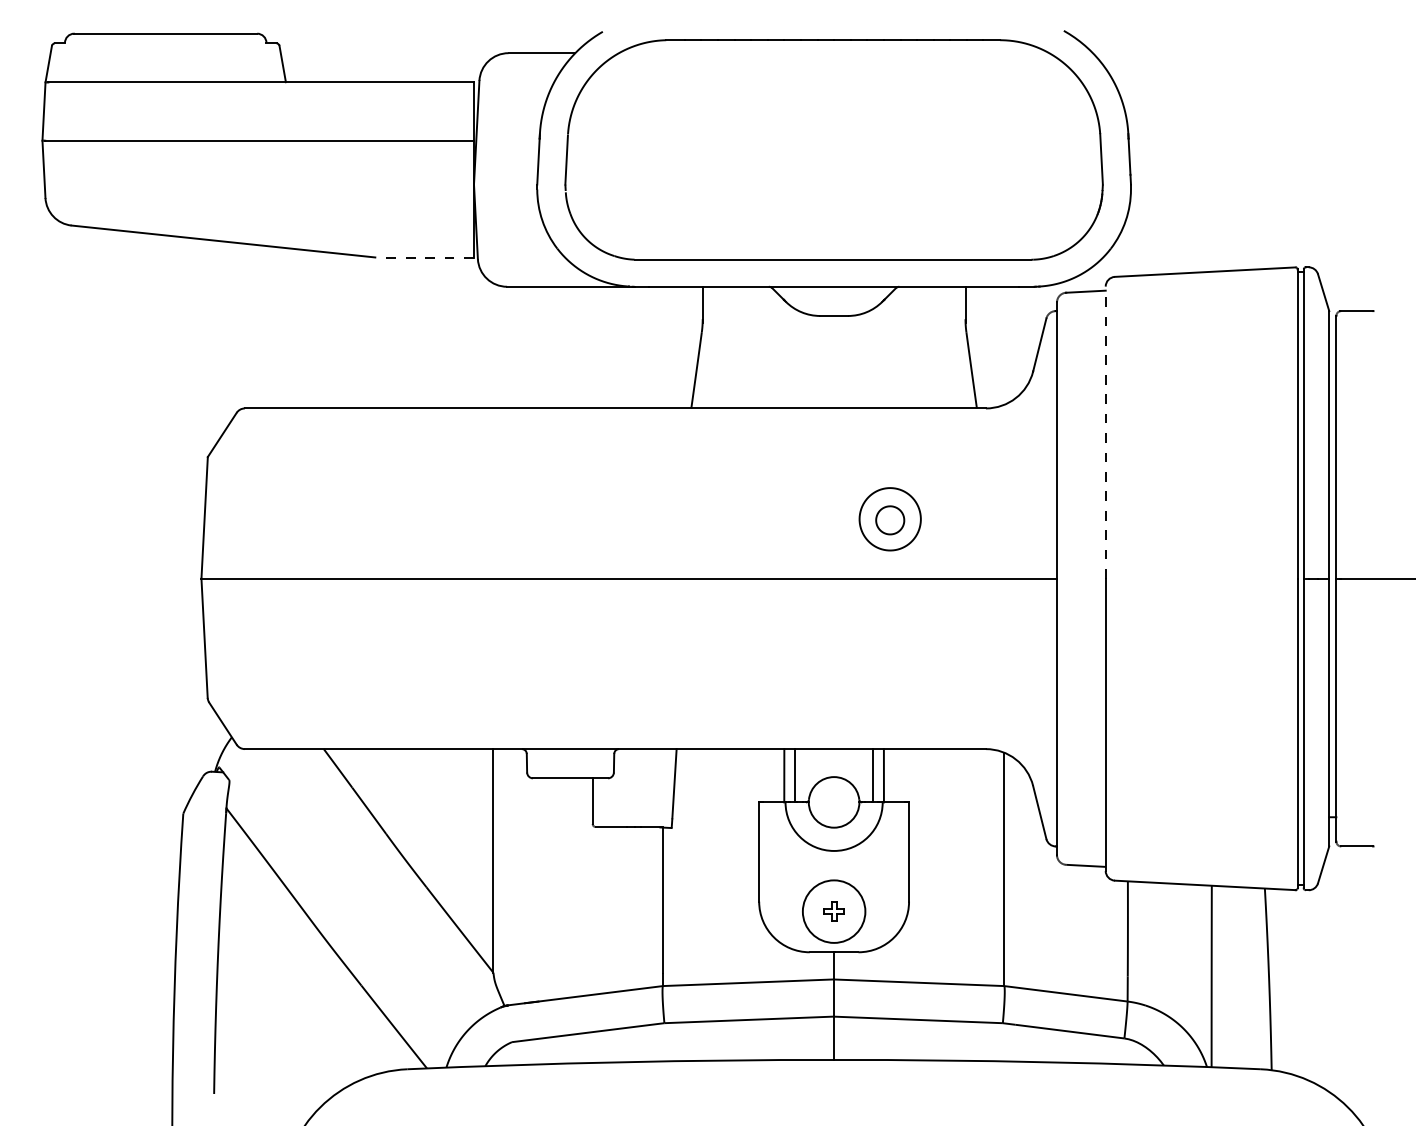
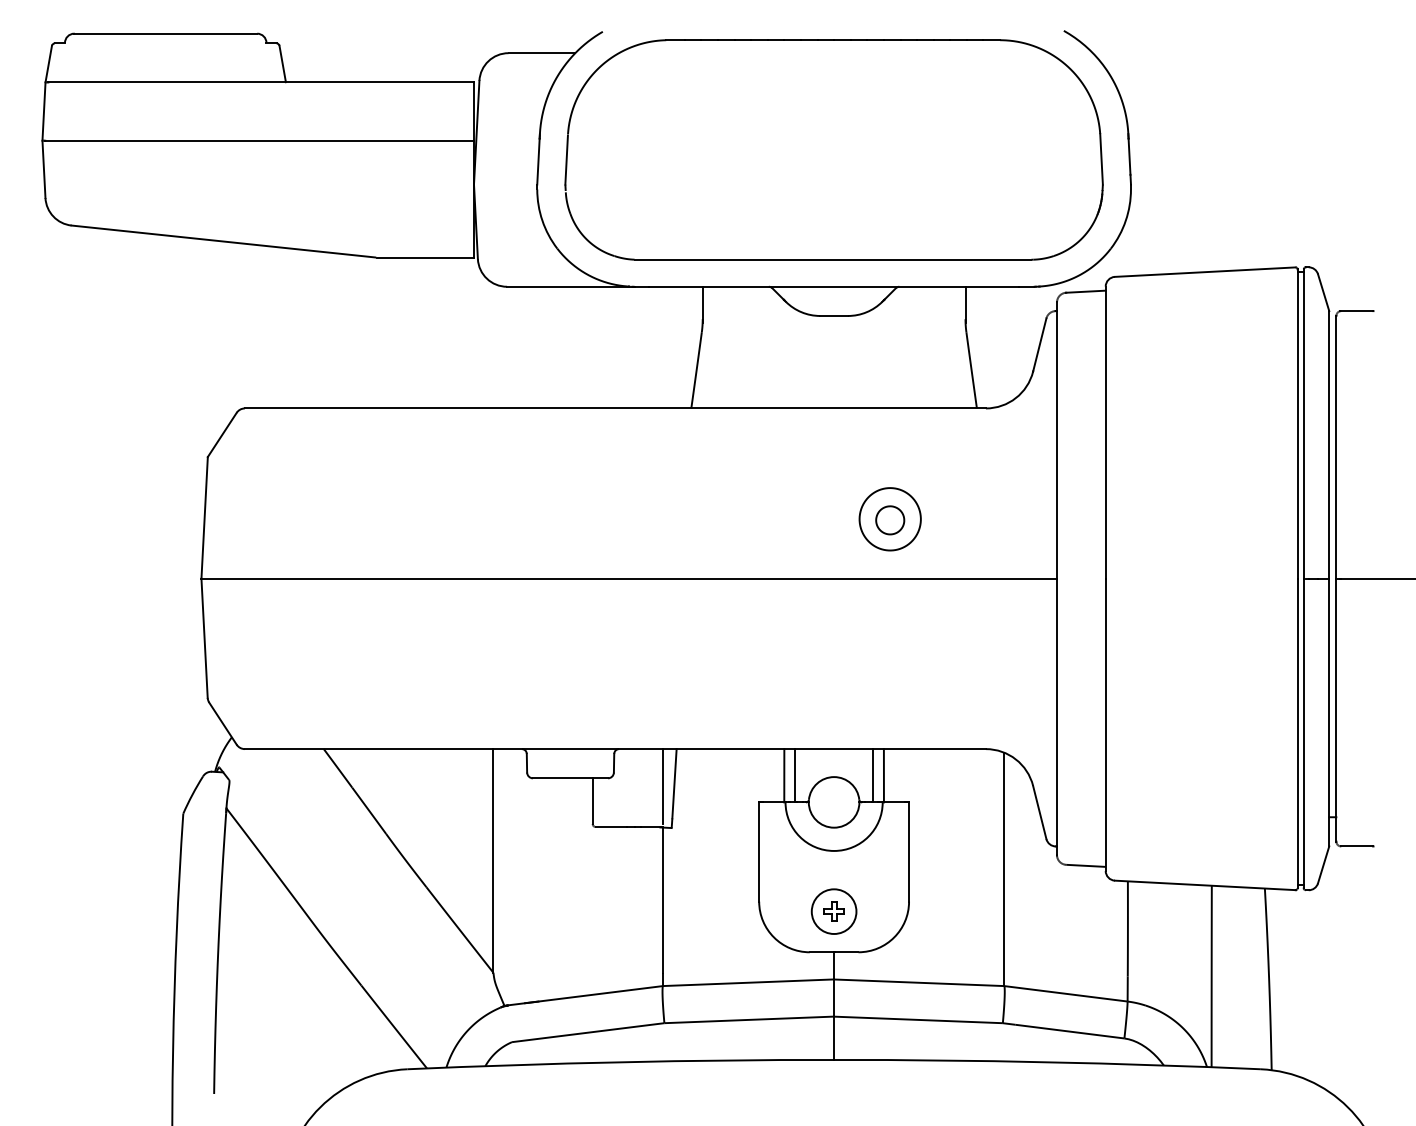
line at (425, 257): dashed -> solid
line at (1105, 432): dashed -> solid
line at (662, 786): none -> present
circle at (833, 911) diameter: 63 px -> 45 px
